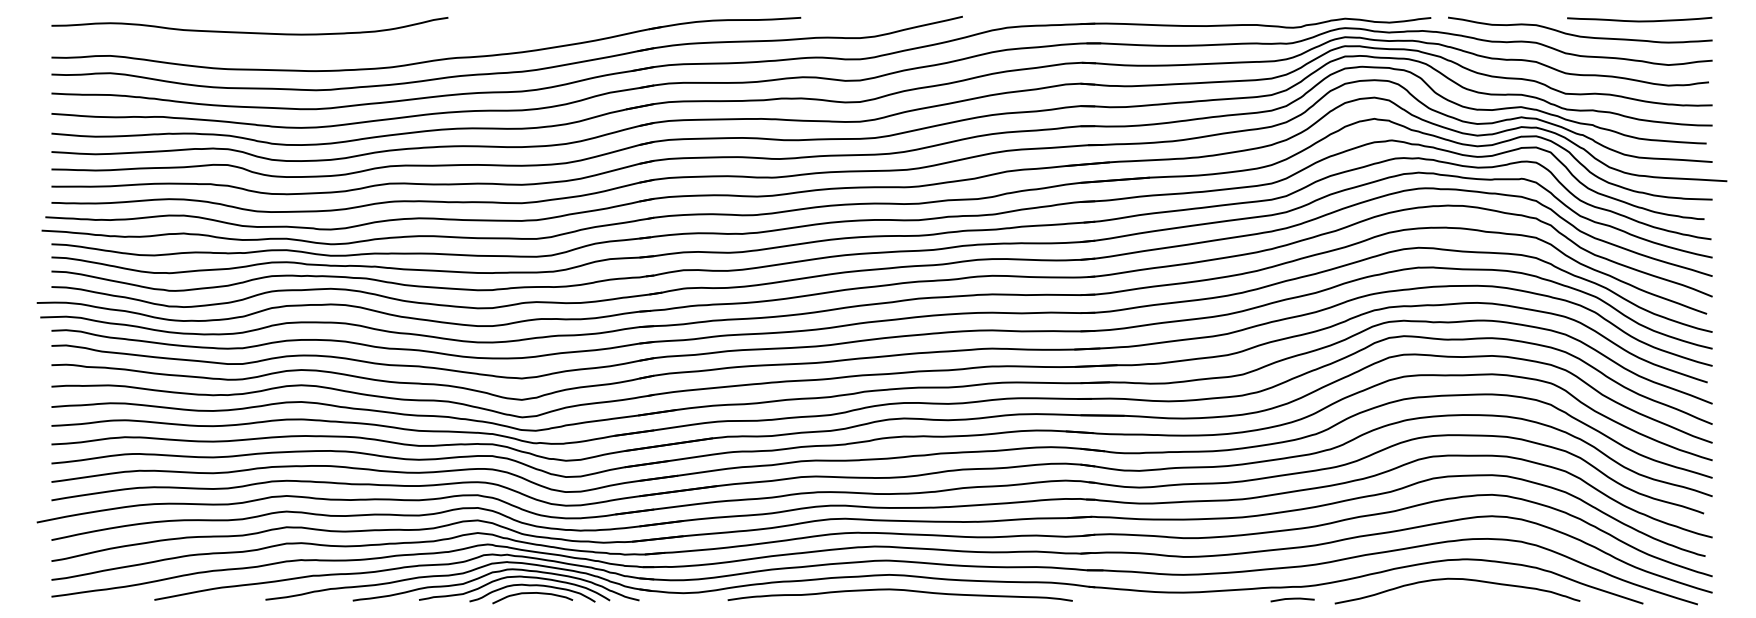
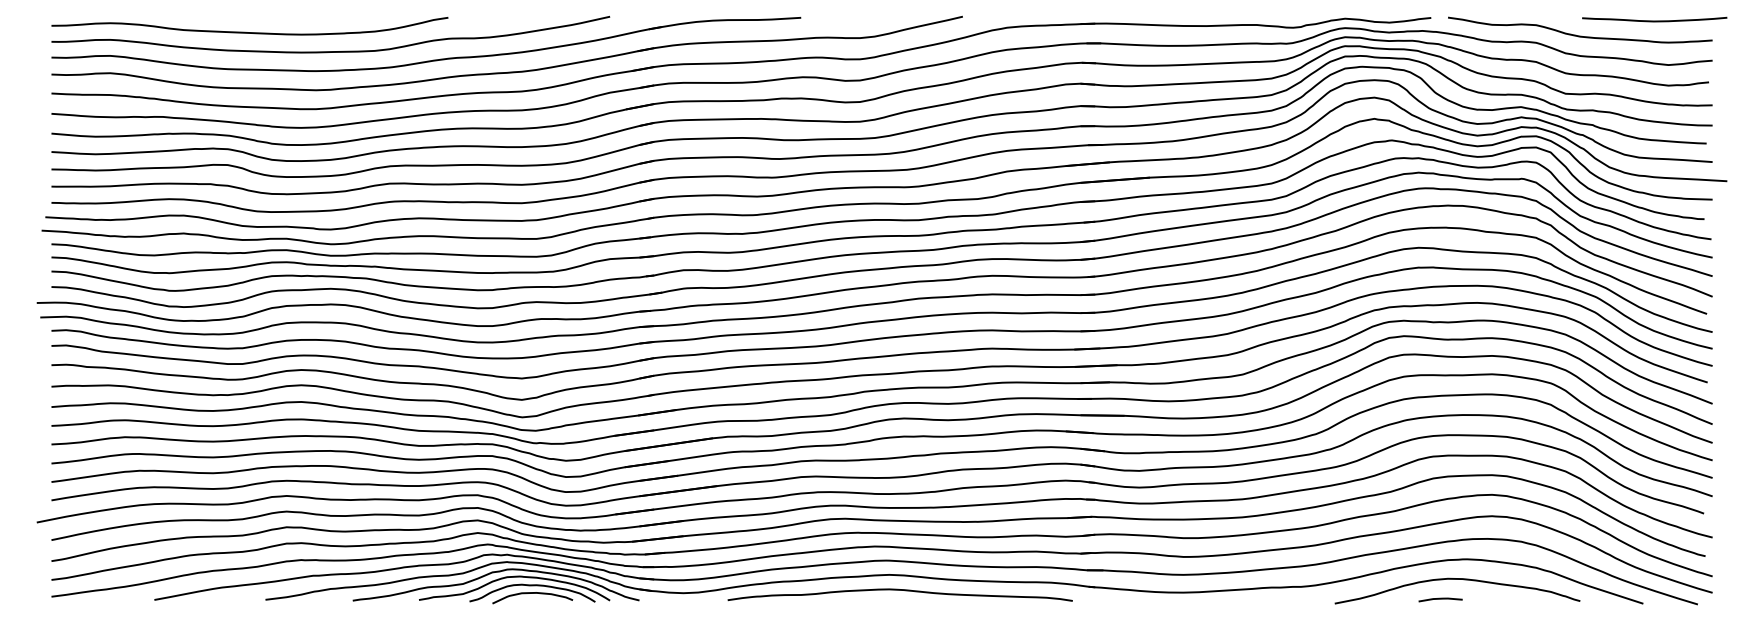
curve at (1639, 20) position: (1639, 20) -> (1654, 20)
curve at (330, 51): none -> present
line at (1292, 599) position: (1292, 599) -> (1440, 599)
